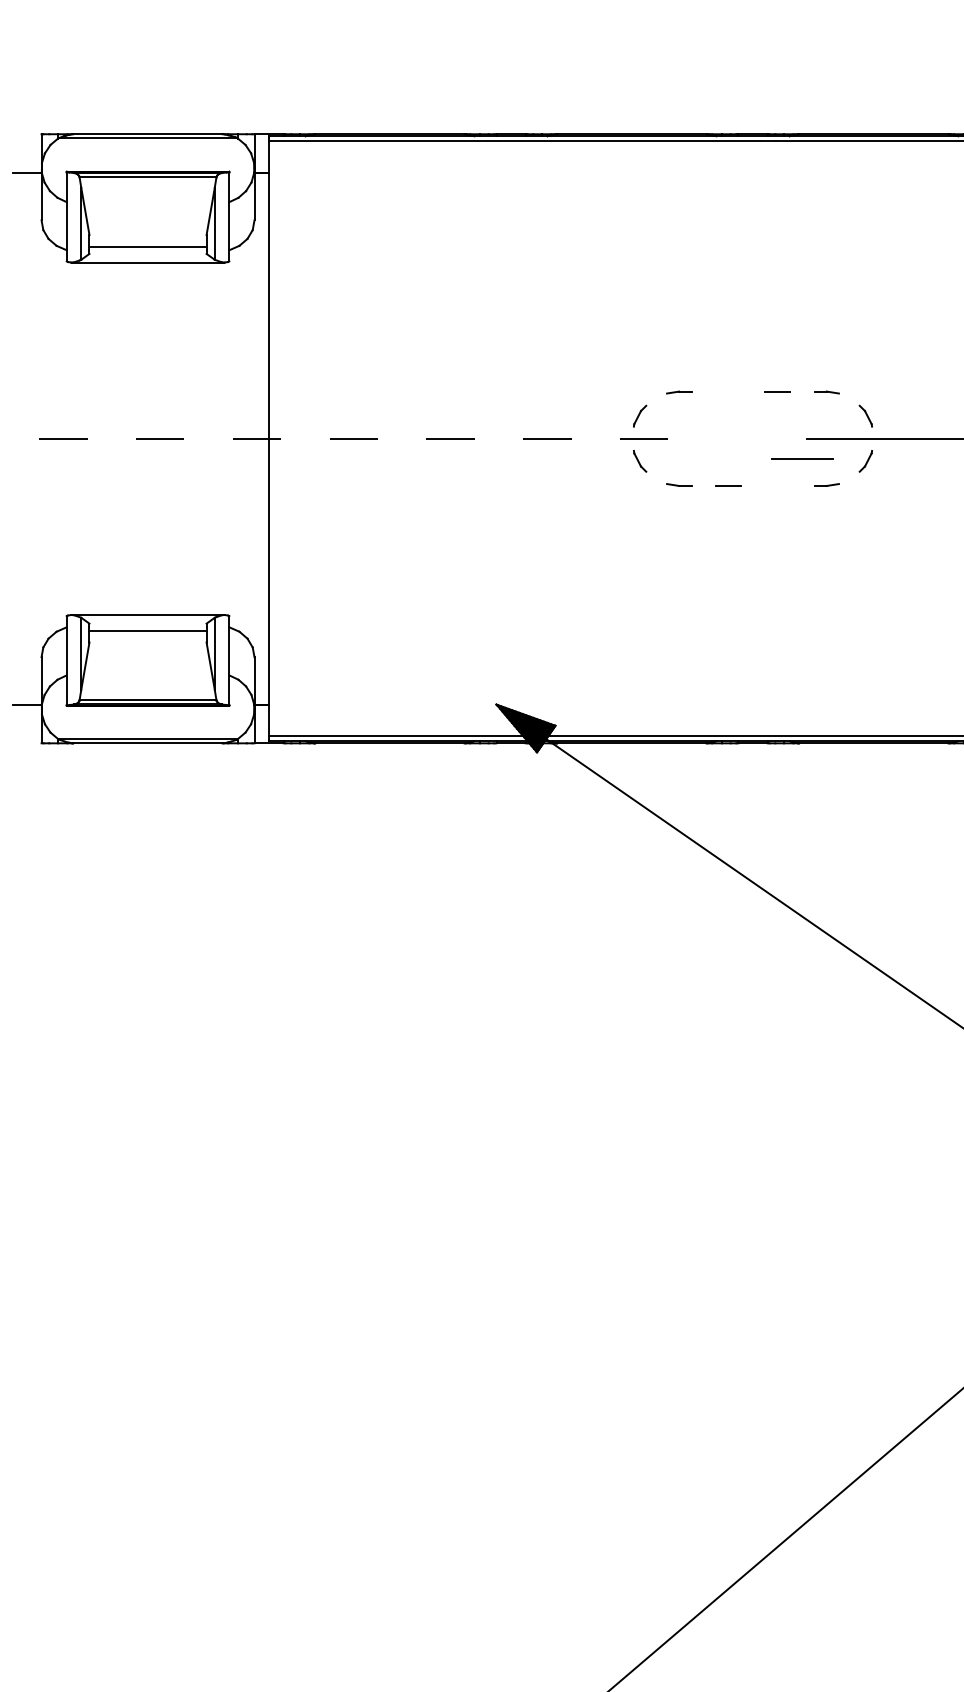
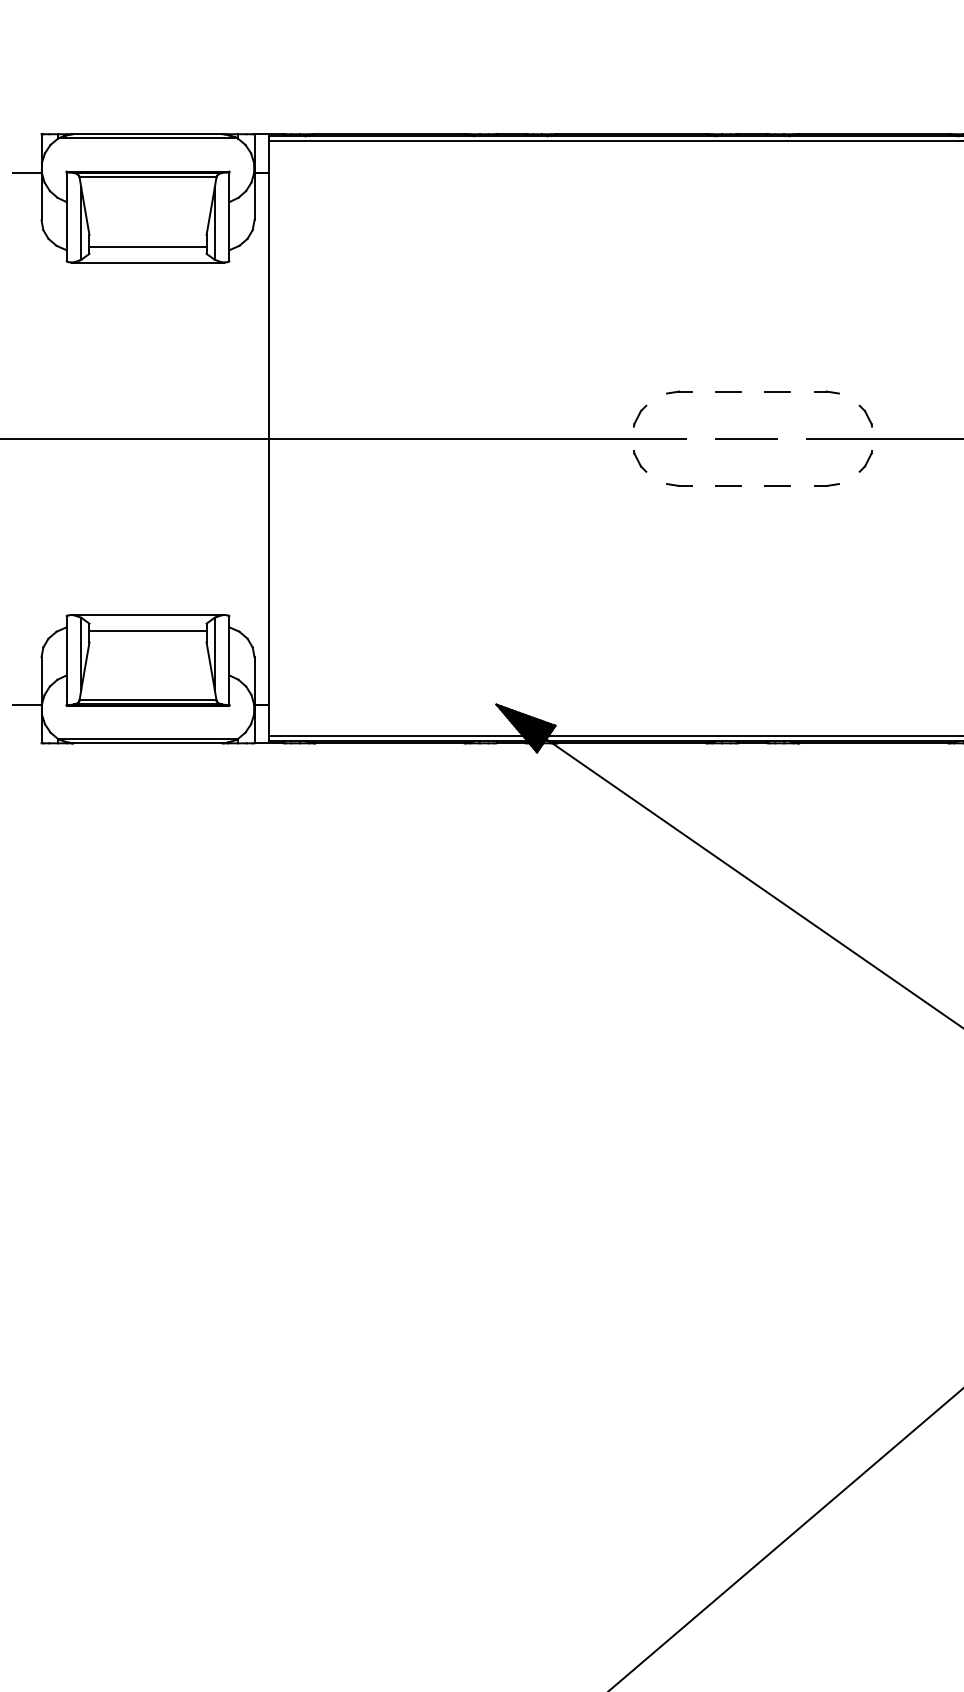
line at (728, 391): none -> present
line at (343, 438): dashed -> solid
line at (802, 458) position: (802, 458) -> (746, 438)
line at (777, 485): none -> present
